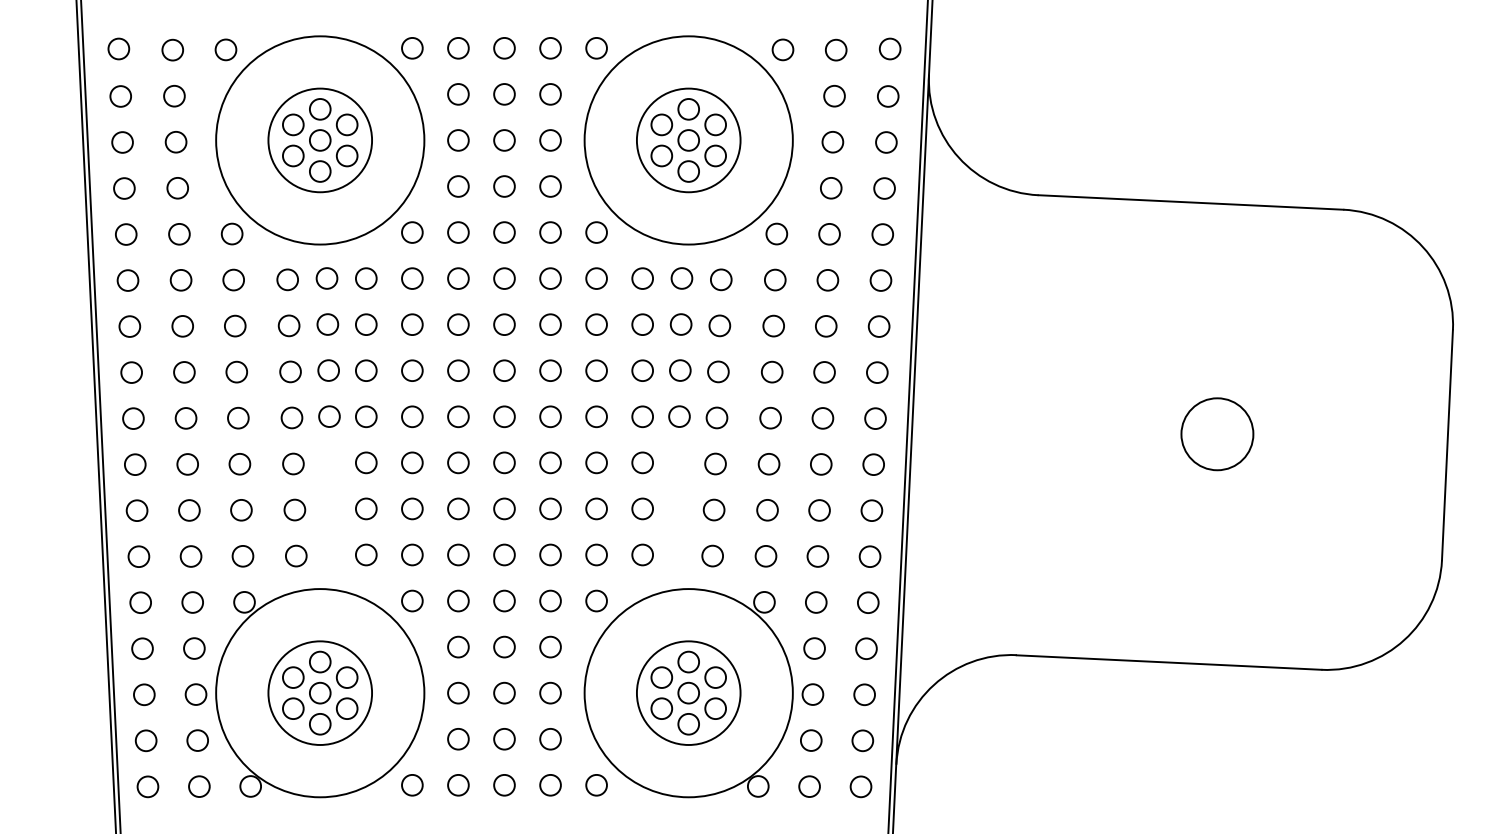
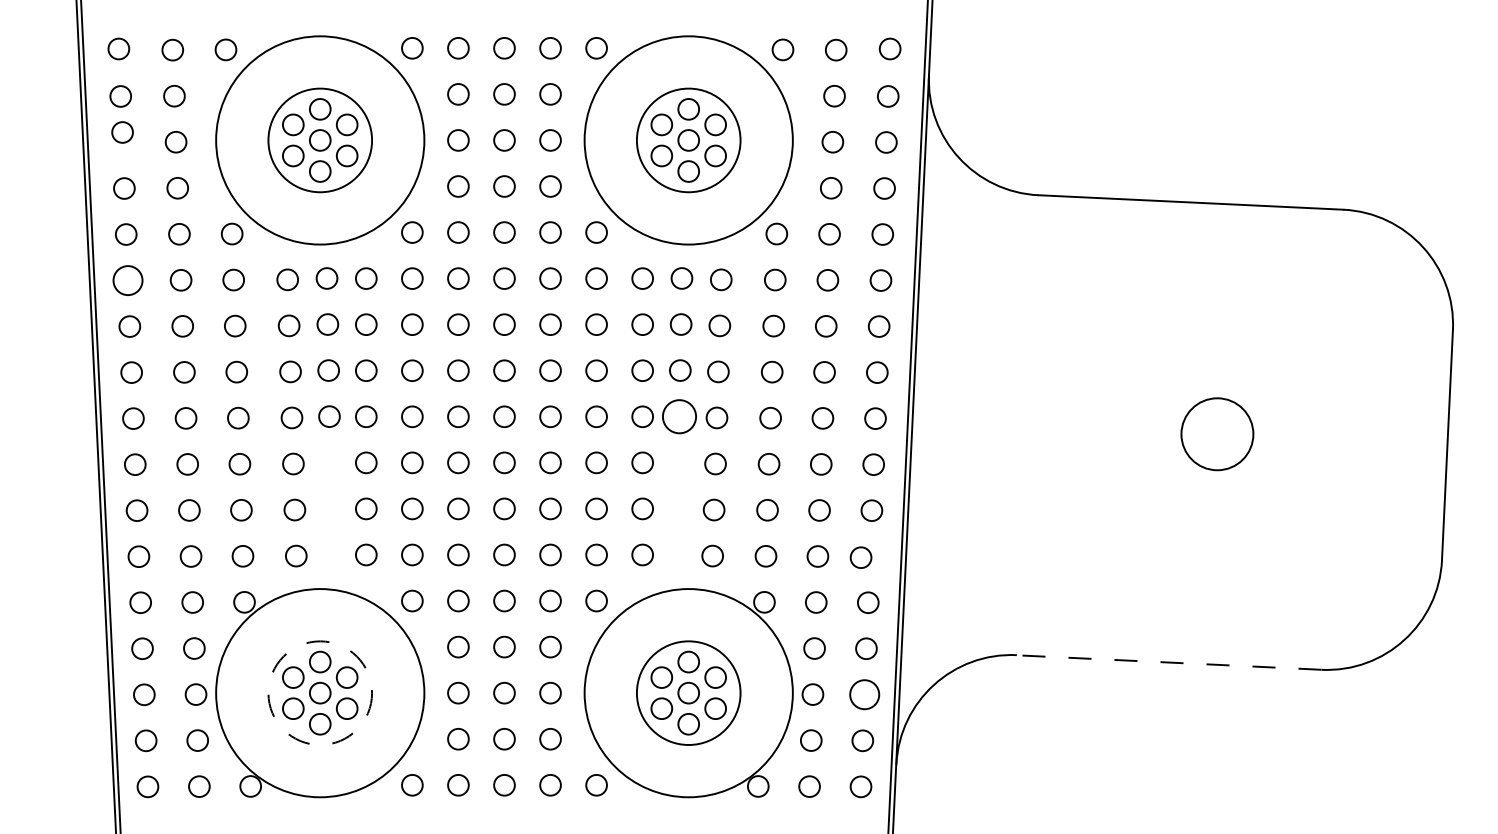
circle at (122, 142) position: (122, 142) -> (122, 132)
circle at (127, 280) size: 24x23 px -> 32x31 px
circle at (679, 416) size: 23x23 px -> 35x36 px
circle at (869, 556) position: (869, 556) -> (860, 557)
line at (1169, 662): solid -> dashed
circle at (320, 692): solid -> dashed
circle at (864, 694) size: 23x24 px -> 32x32 px
